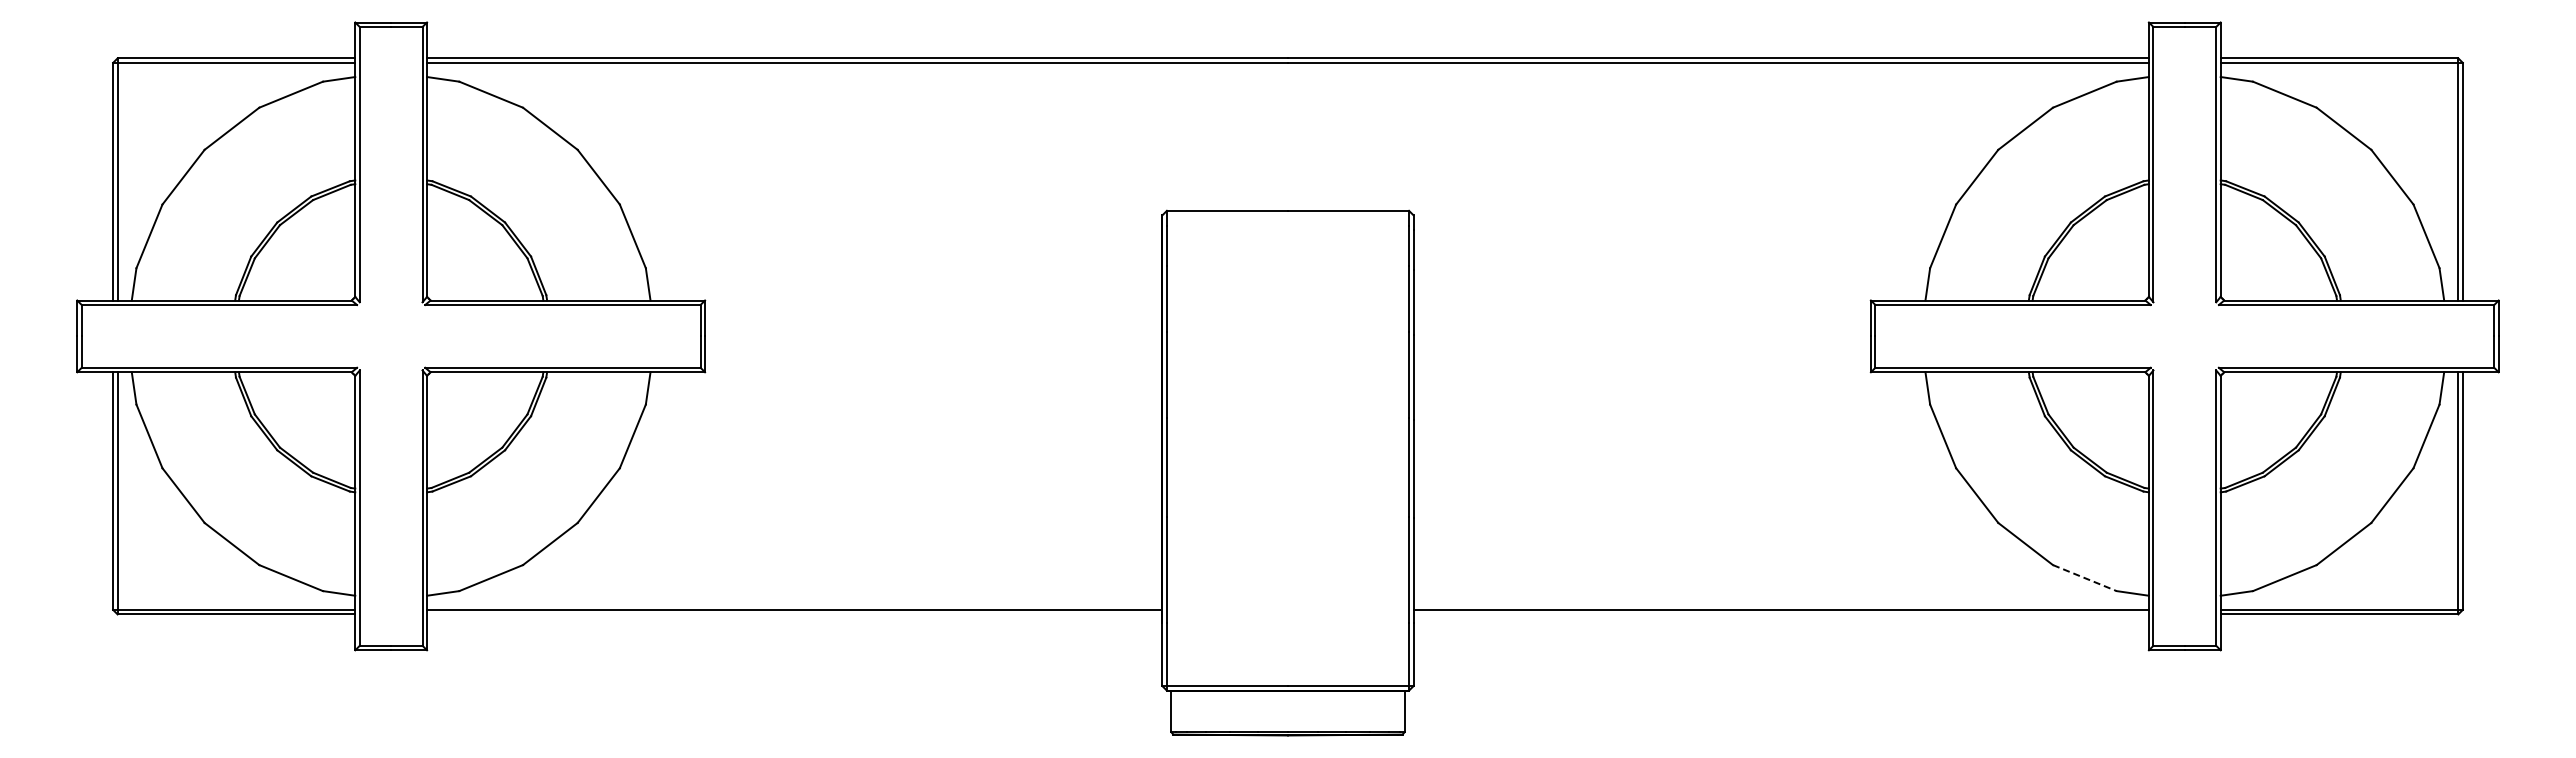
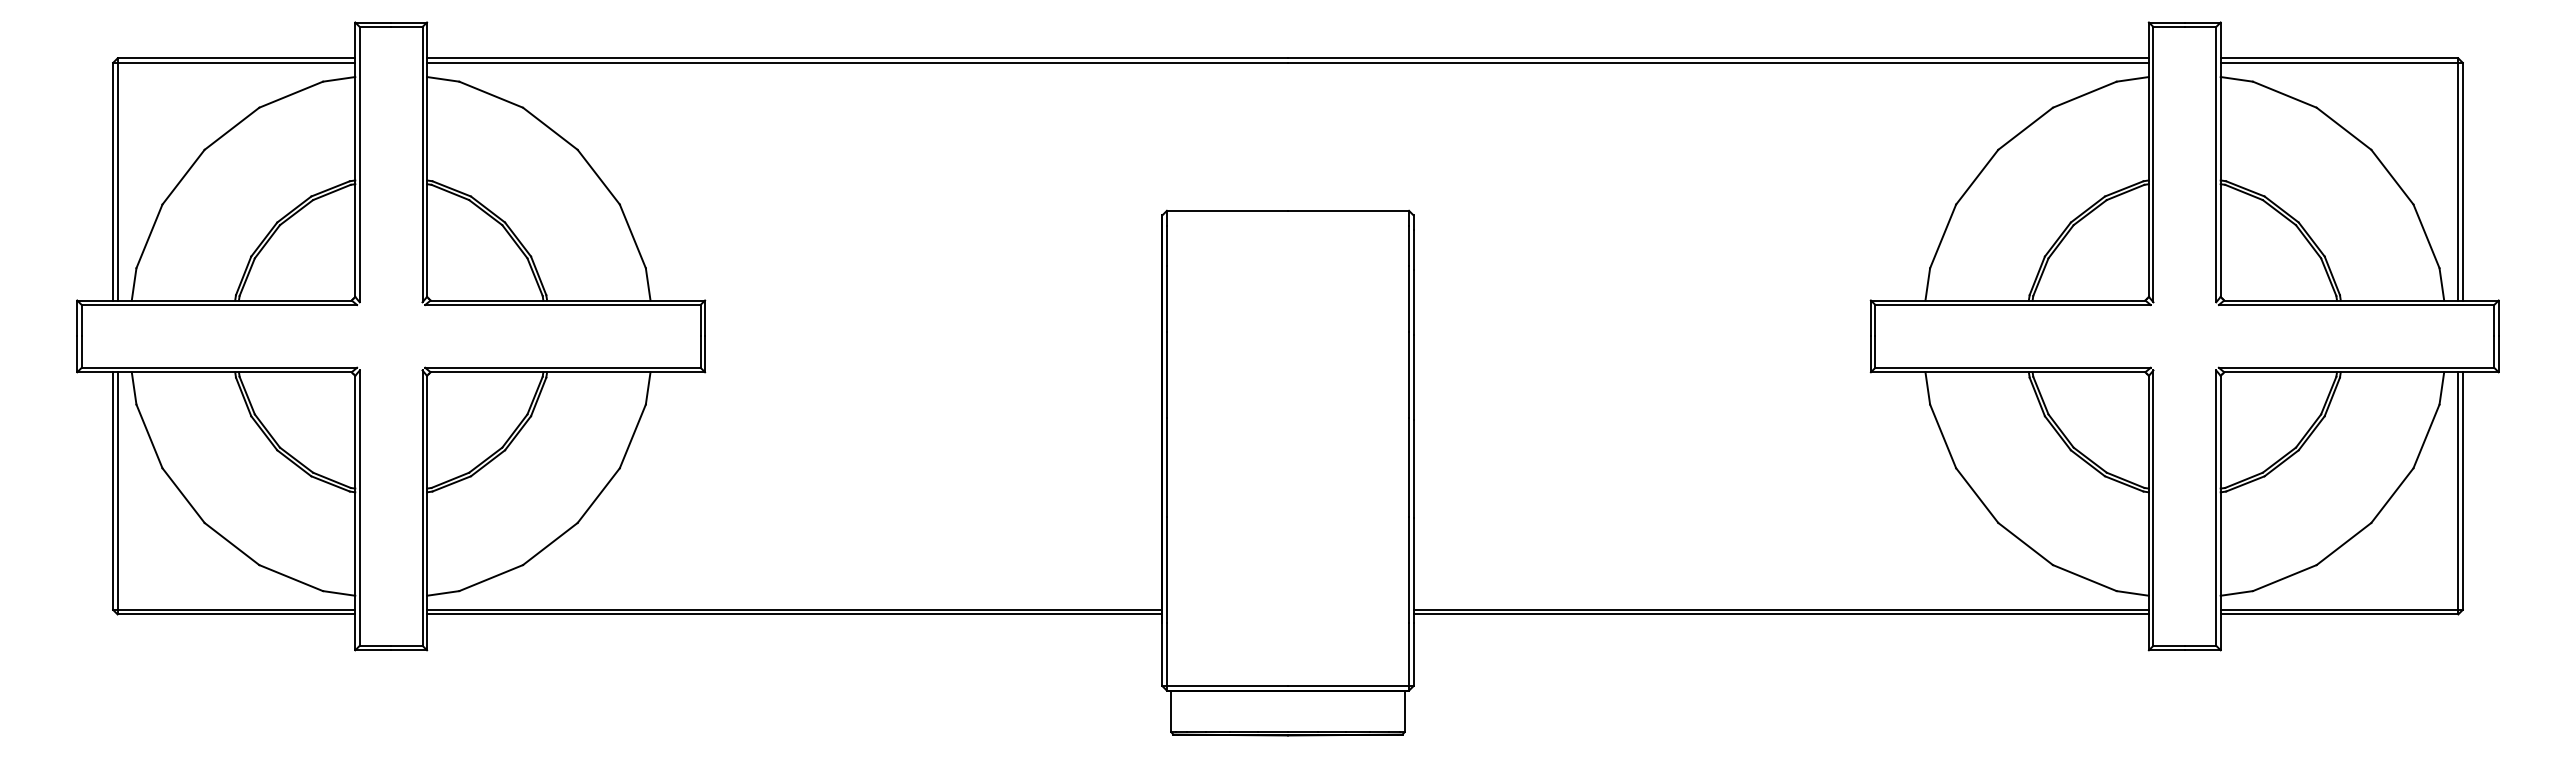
line at (2085, 578): dashed -> solid
line at (794, 614): none -> present
line at (1780, 614): none -> present
